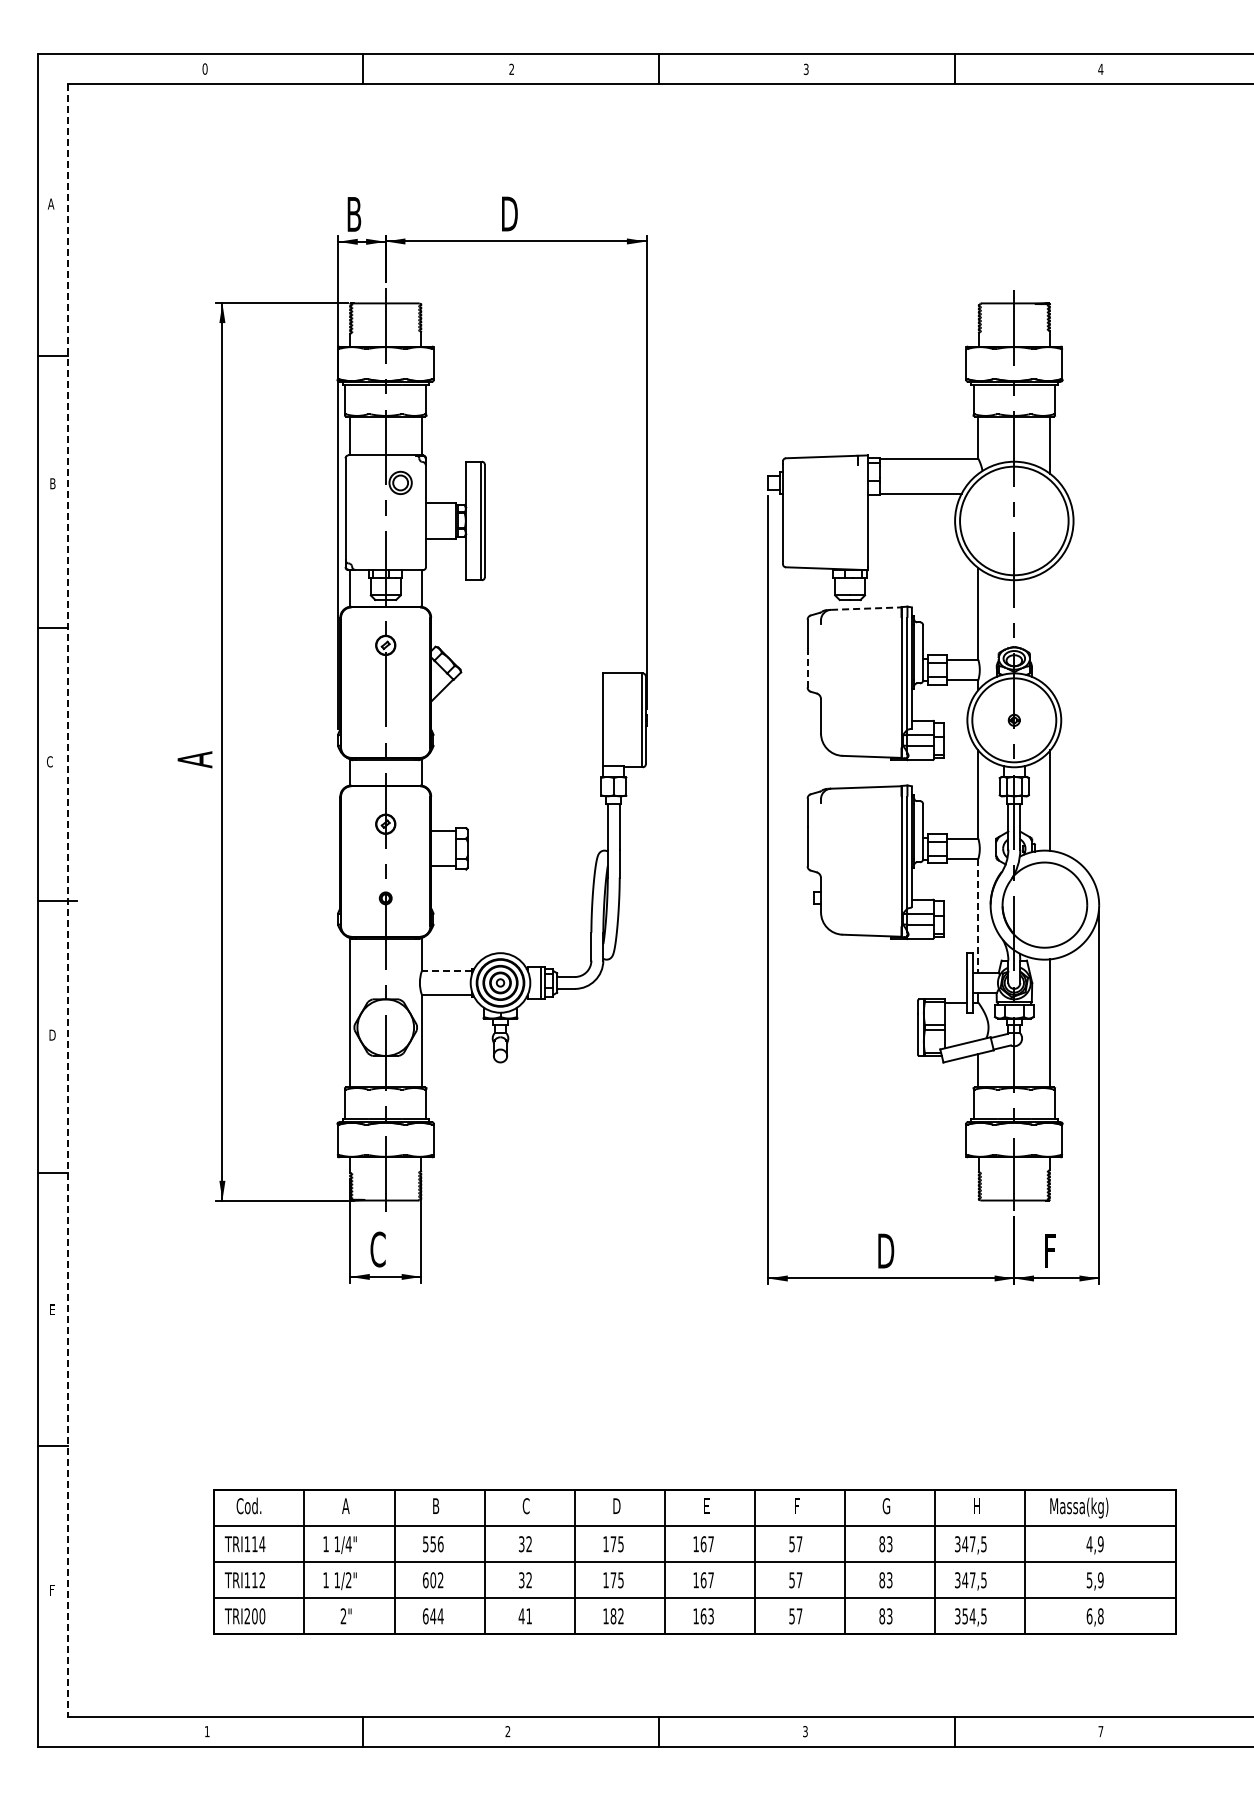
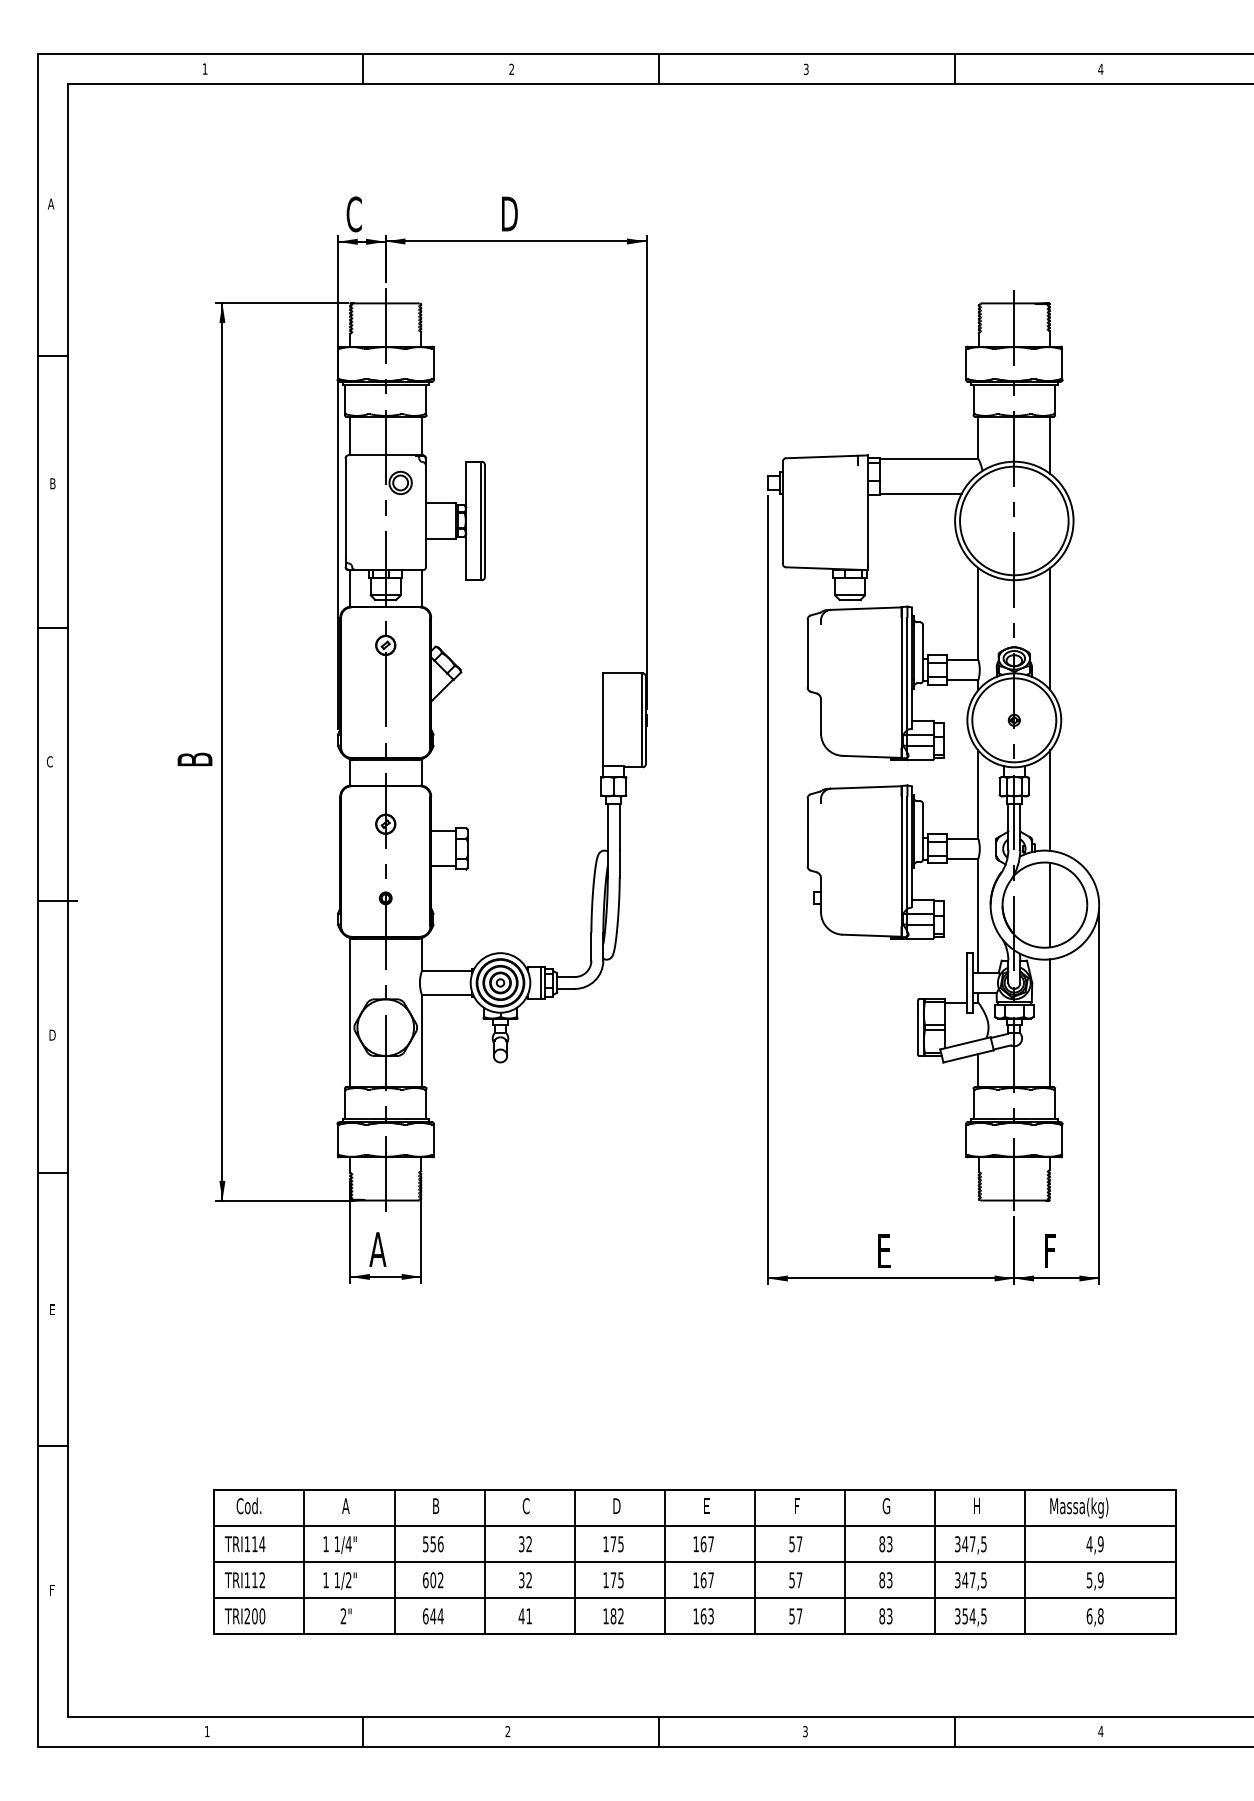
text at (204, 68): 0 -> 1
text at (353, 214): B -> C
line at (866, 608): dashed -> solid
line at (1050, 629): none -> present
line at (807, 667): dashed -> solid
text at (194, 759): A -> B
line at (67, 900): dashed -> solid
line at (1050, 904): none -> present
line at (978, 915): dashed -> solid
line at (446, 971): dashed -> solid
text at (377, 1249): C -> A
text at (886, 1250): D -> E
text at (1100, 1731): 7 -> 4
